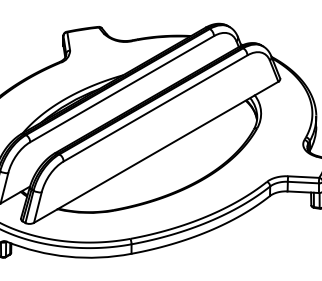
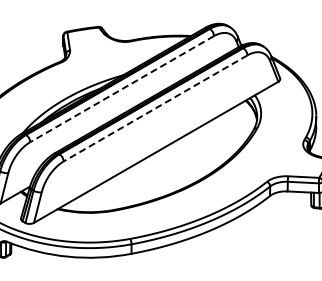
line at (121, 89): solid -> dashed
line at (155, 108): solid -> dashed
